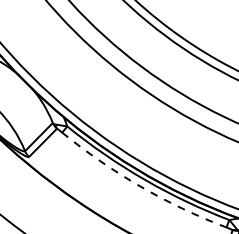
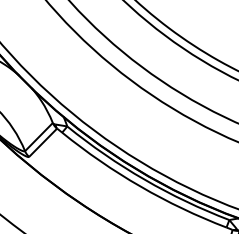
arc at (140, 186): dashed -> solid
